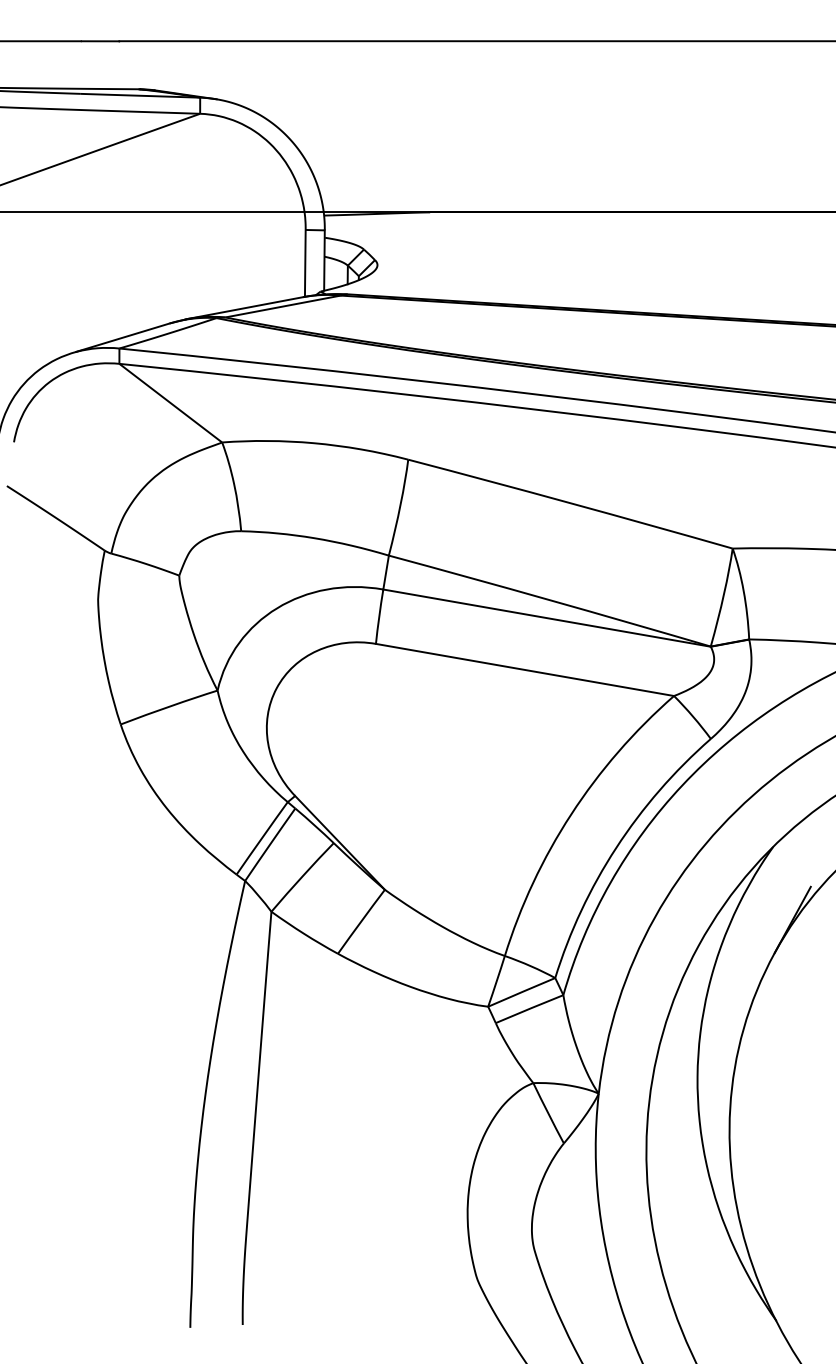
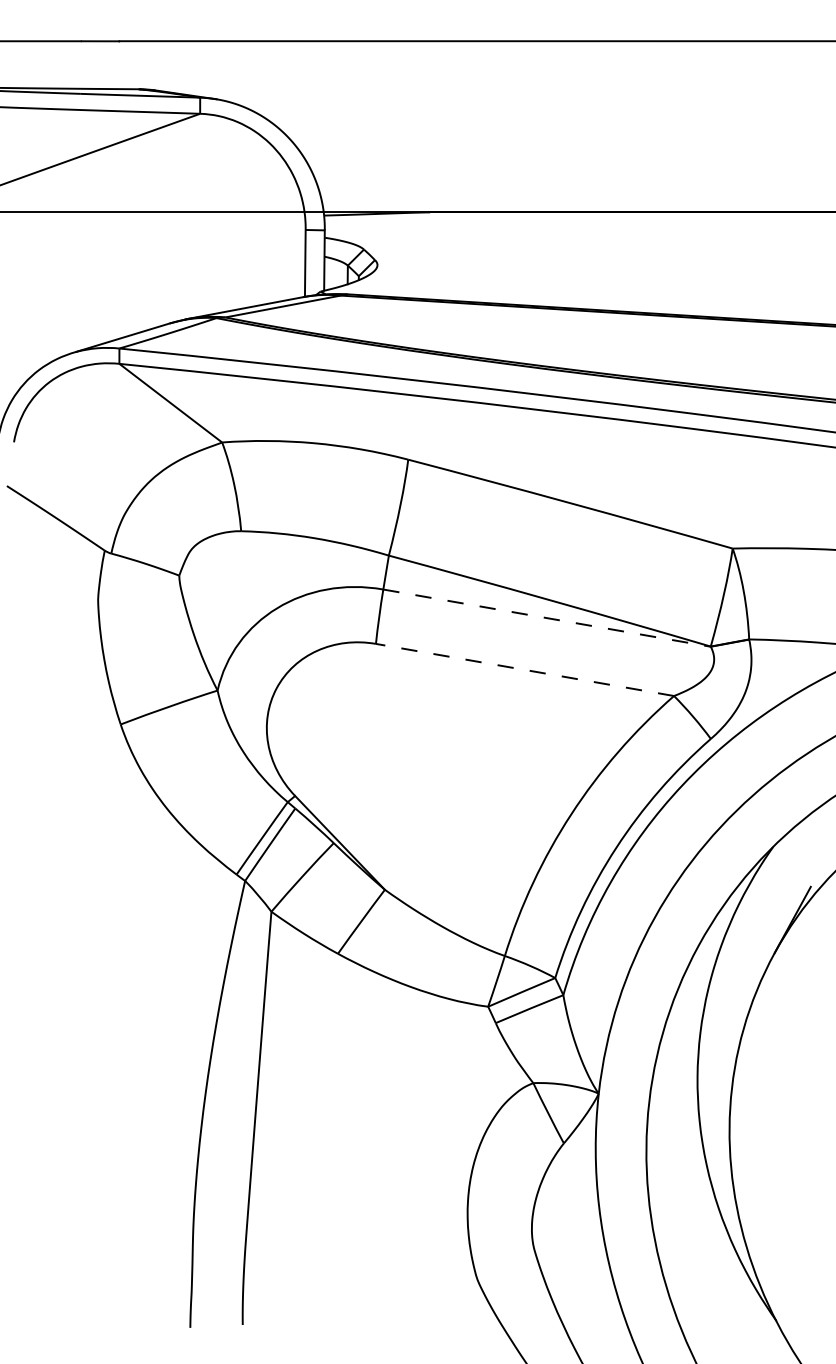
line at (547, 618): solid -> dashed
line at (524, 669): solid -> dashed
